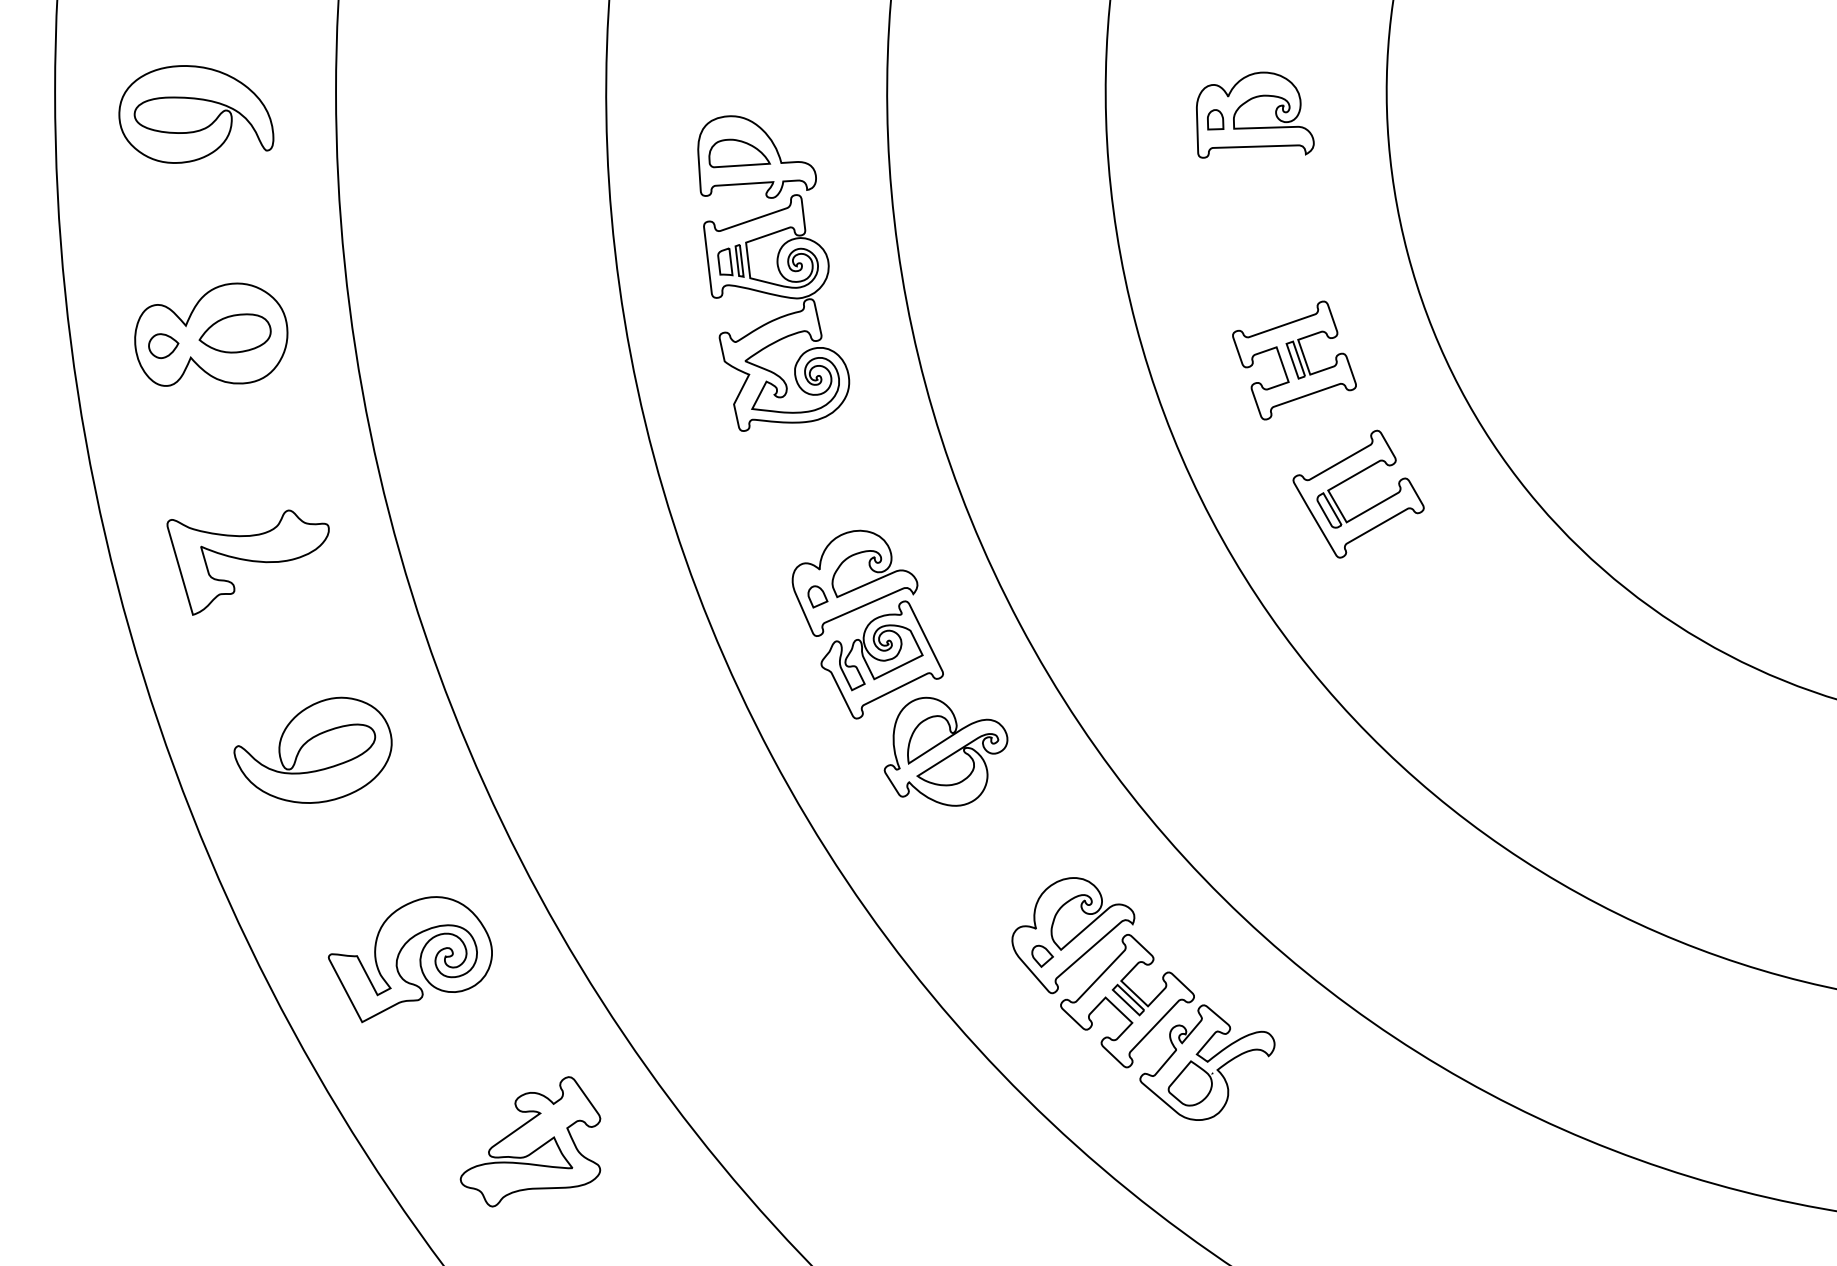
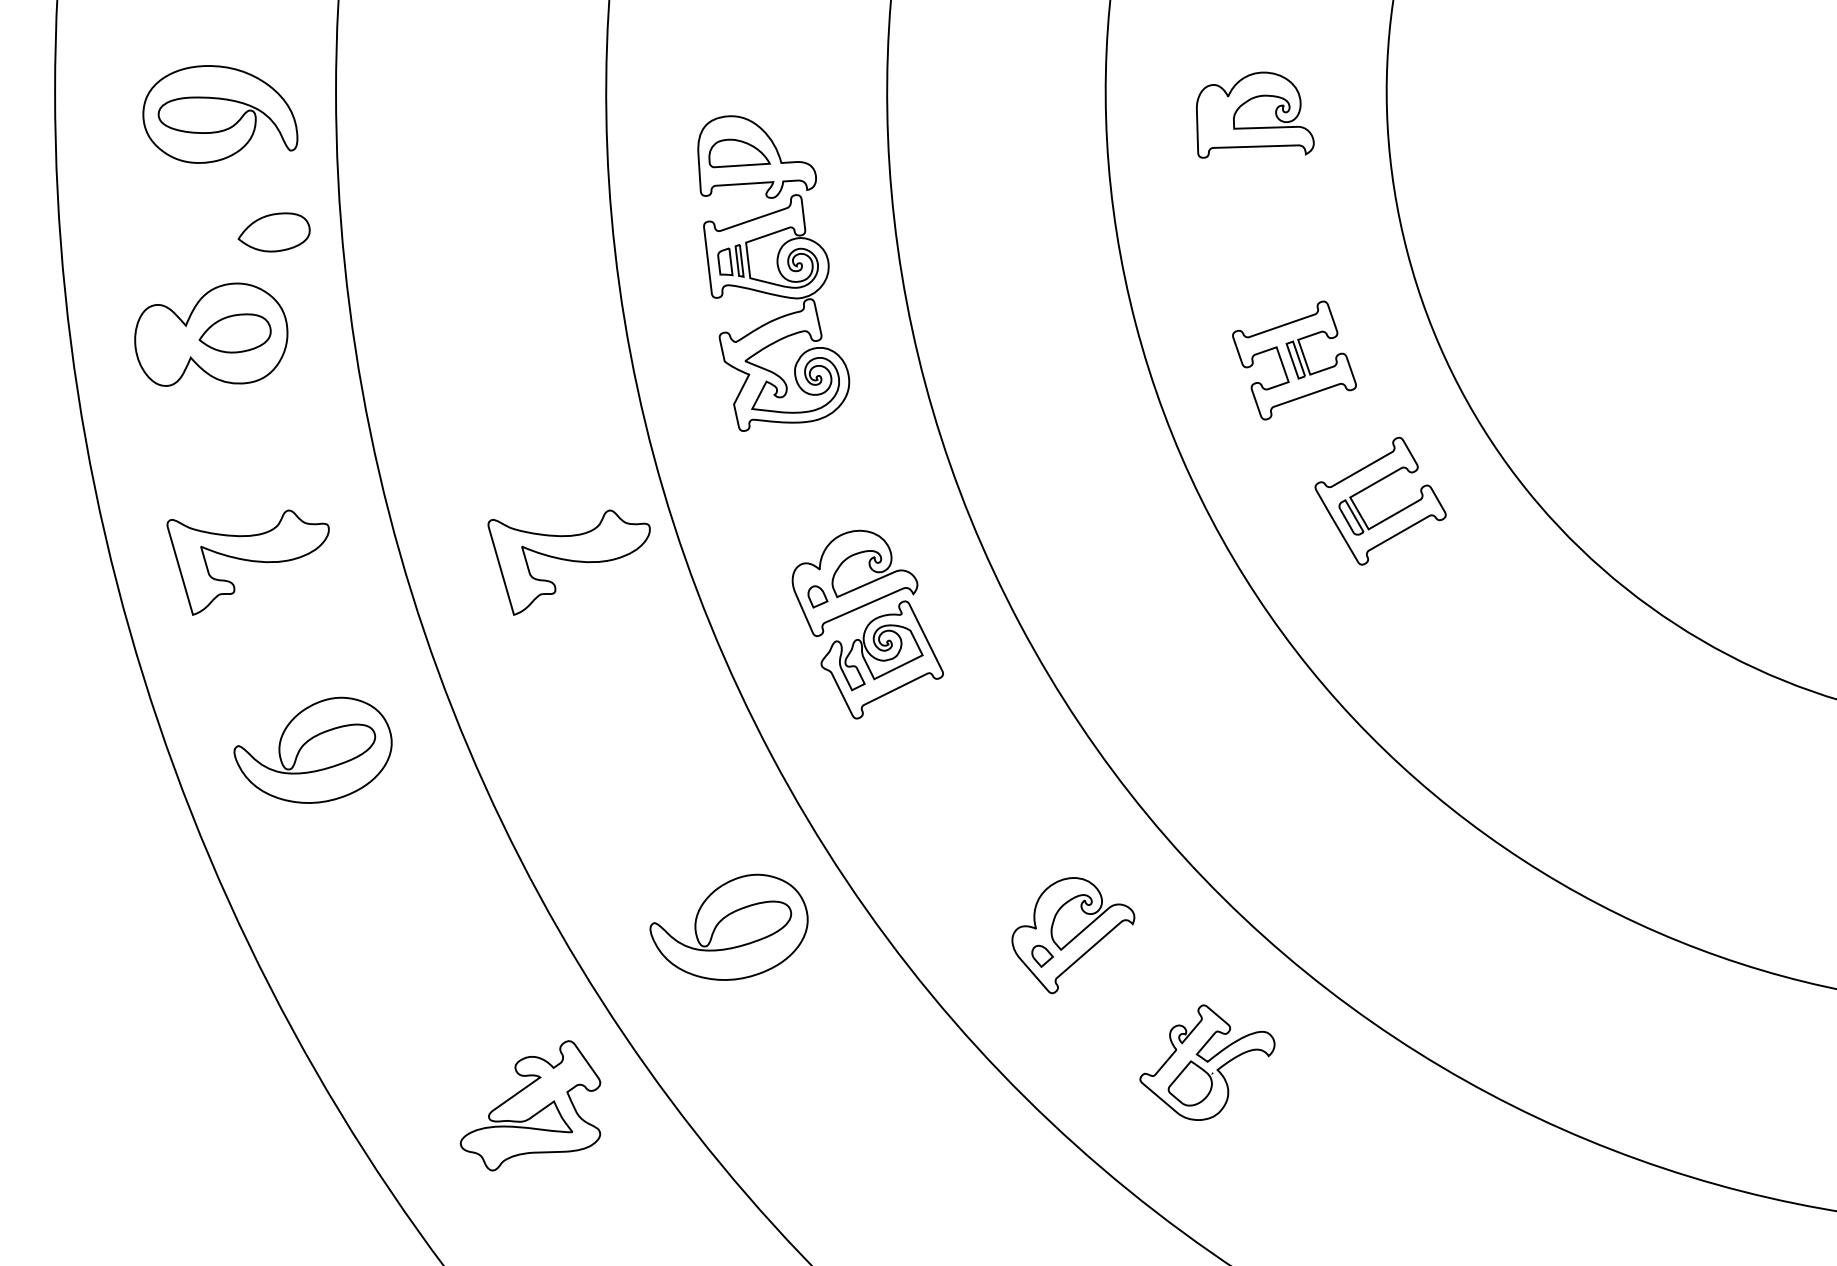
part at (200, 100) position: (200, 100) -> (224, 100)
part at (1215, 119): present -> none
part at (273, 232): none -> present
part at (163, 345): present -> none
part at (1351, 478) position: (1351, 478) -> (1373, 485)
part at (568, 562): none -> present
part at (945, 751): present -> none
part at (722, 920): none -> present
part at (419, 959): present -> none
part at (1127, 1001): present -> none
part at (530, 1141) position: (530, 1141) -> (530, 1105)
